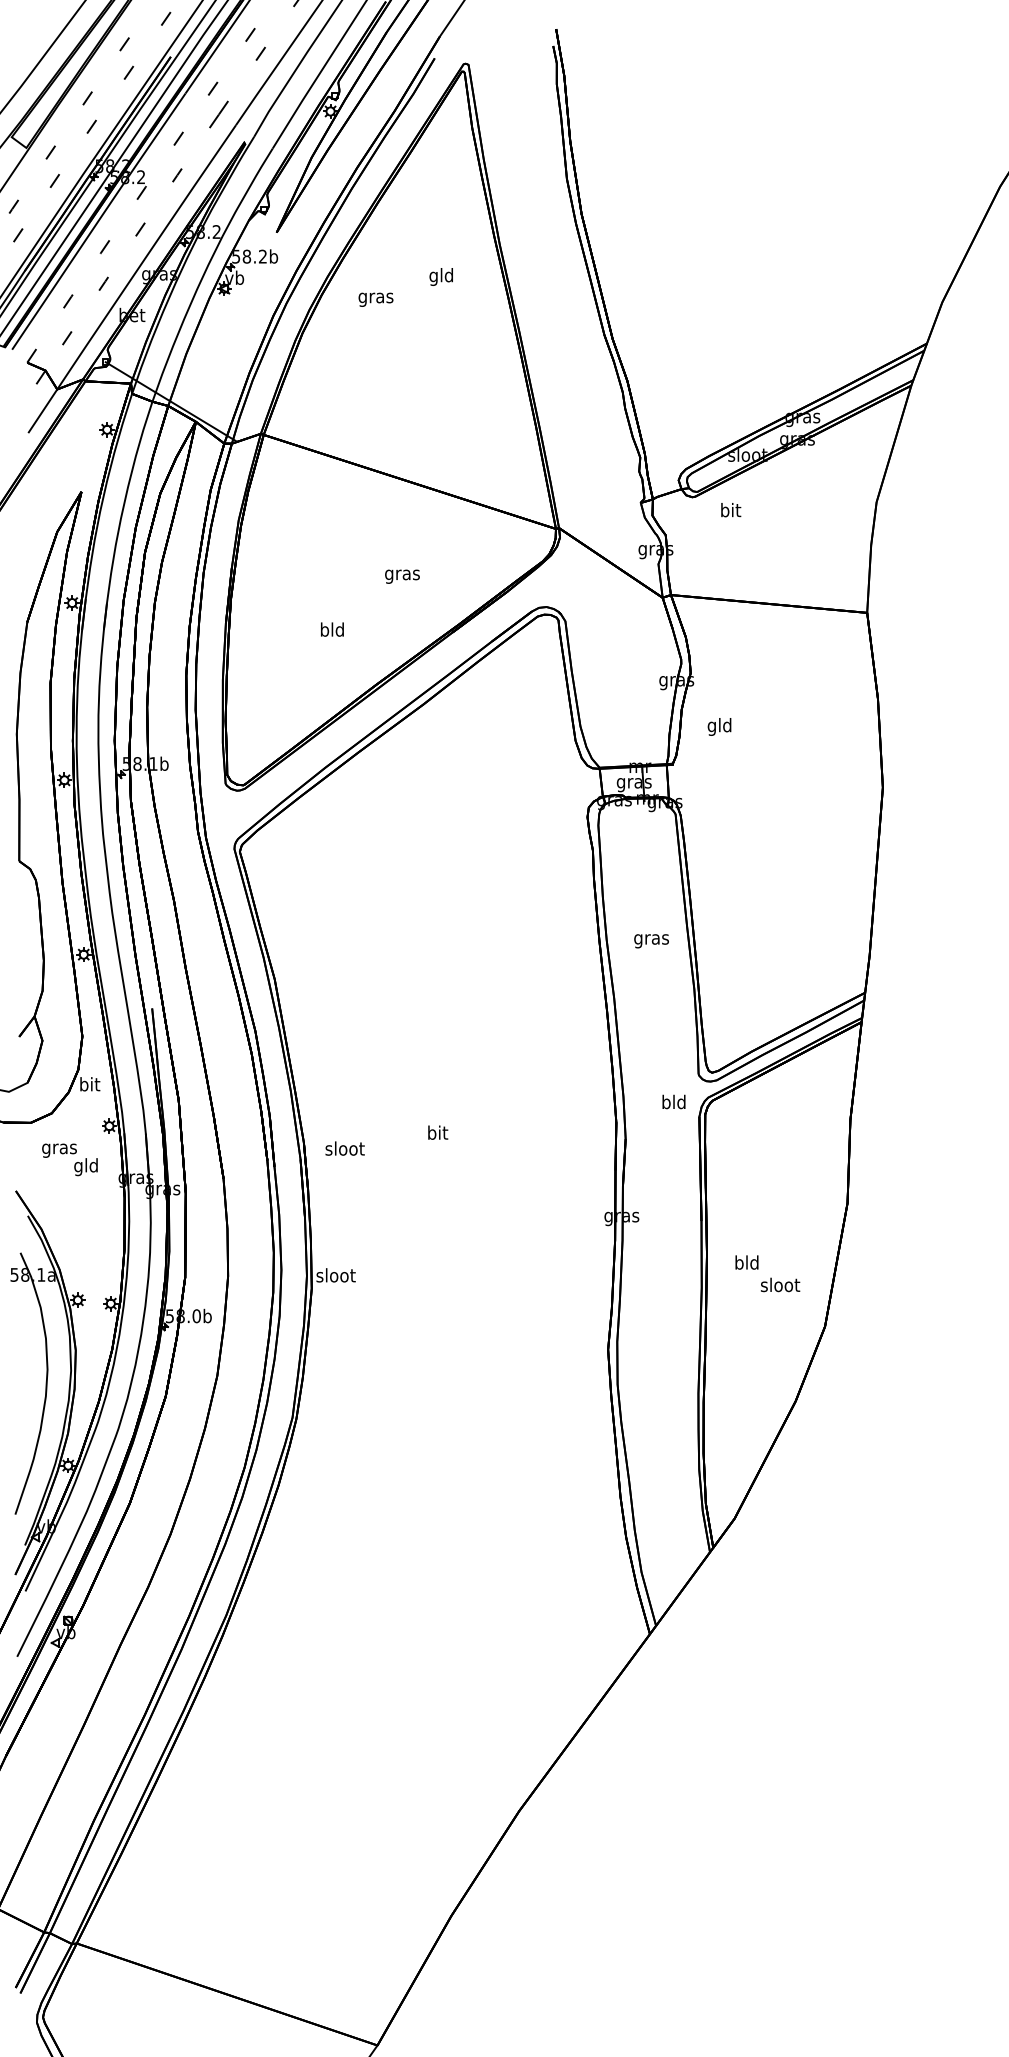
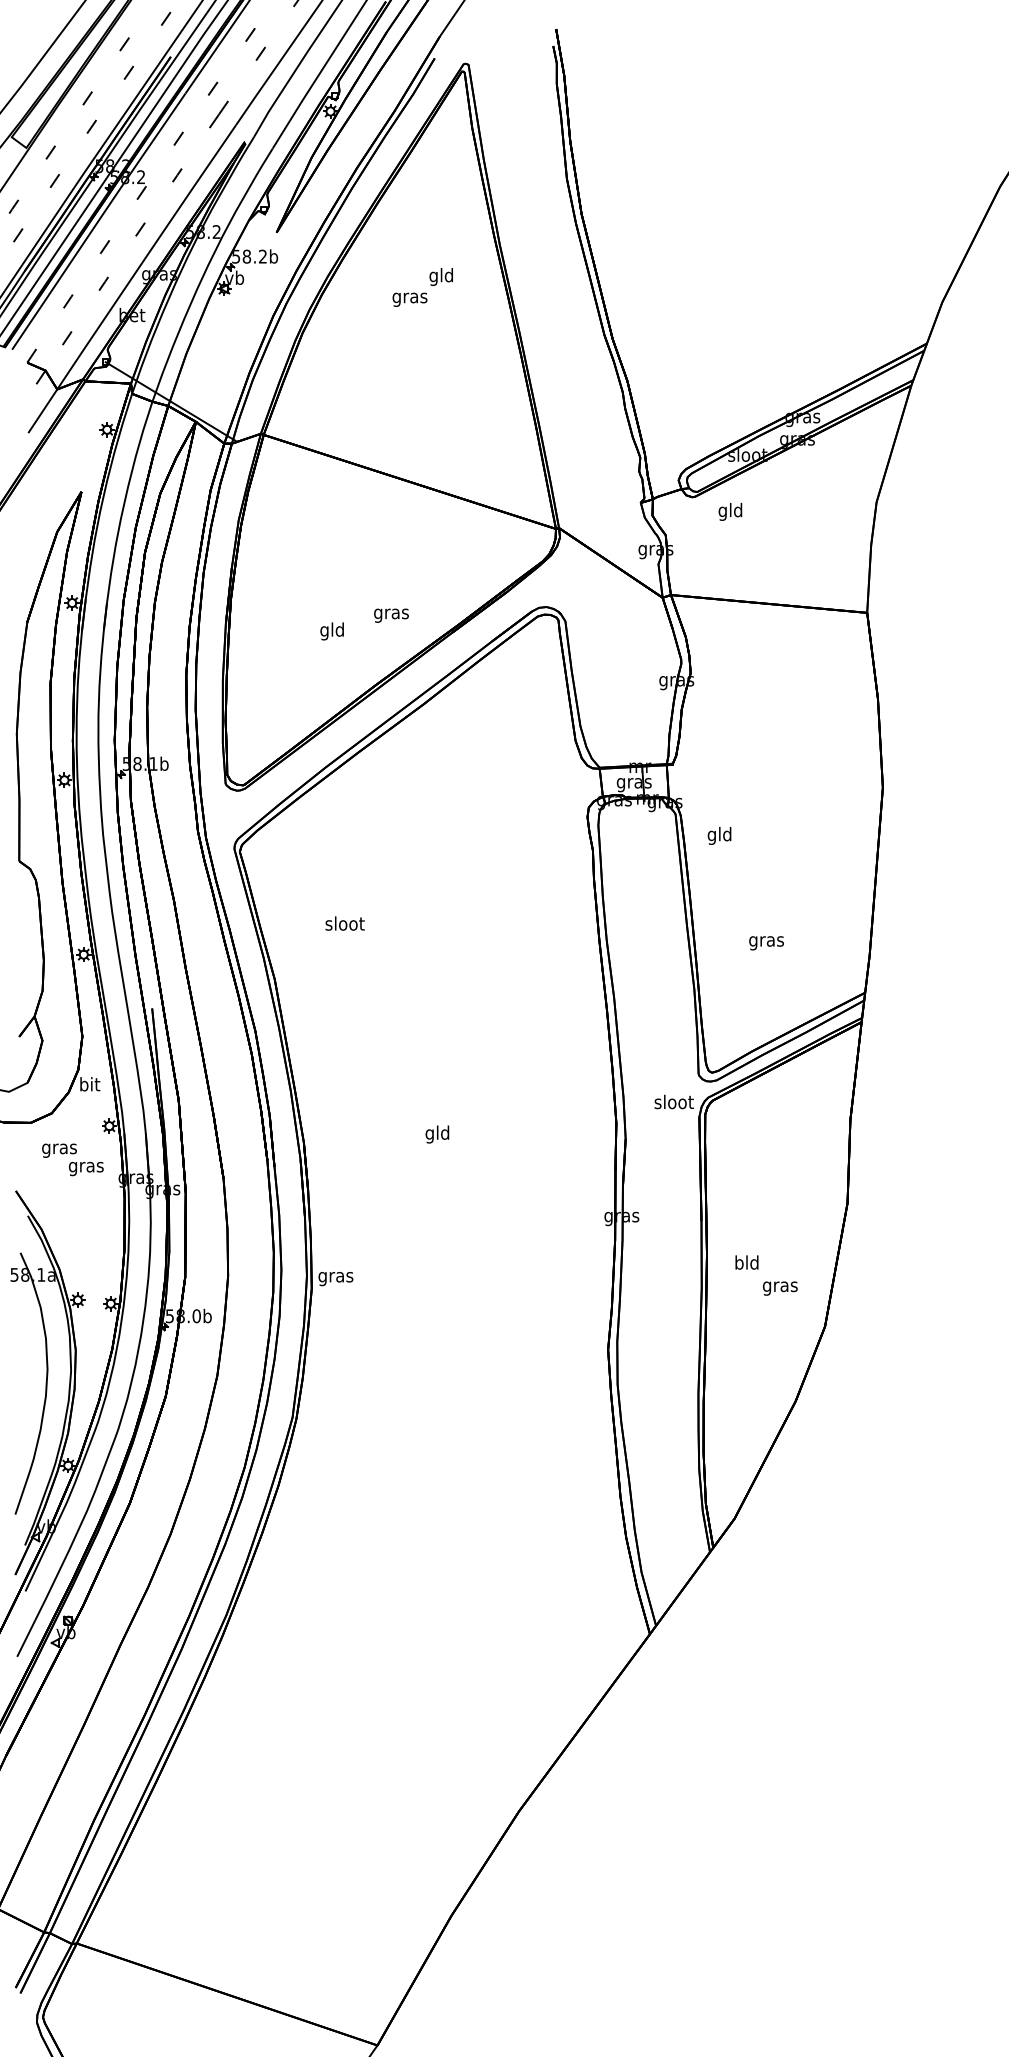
text at (375, 299) position: (375, 299) -> (409, 299)
text at (730, 511): bit -> gld
text at (402, 576) position: (402, 576) -> (391, 615)
text at (324, 631): bld -> gld
text at (719, 726) position: (719, 726) -> (719, 835)
text at (651, 941) position: (651, 941) -> (766, 943)
text at (673, 1101): bld -> sloot
text at (437, 1134): bit -> gld
text at (344, 1148) position: (344, 1148) -> (344, 923)
text at (85, 1167): gld -> gras
text at (335, 1277): sloot -> gras
text at (780, 1286): sloot -> gras
